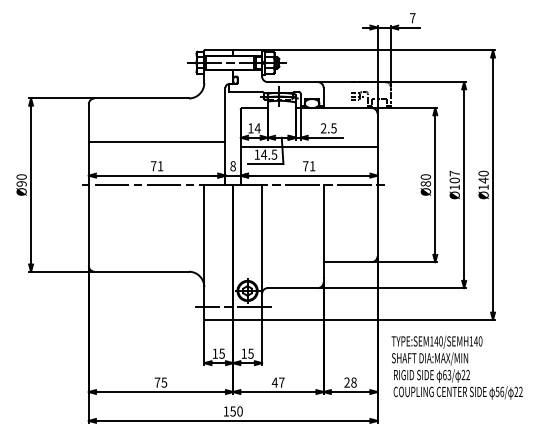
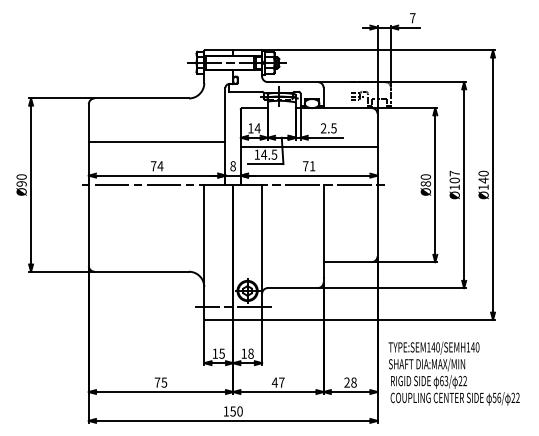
text at (160, 166): 71 -> 74
text at (250, 353): 15 -> 18
text at (456, 367) position: (456, 367) -> (453, 373)
